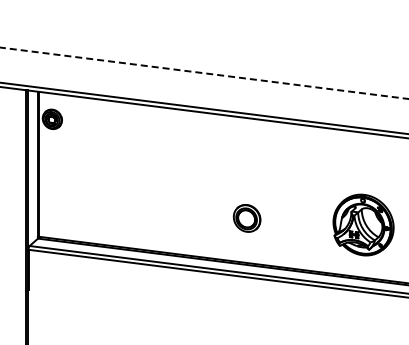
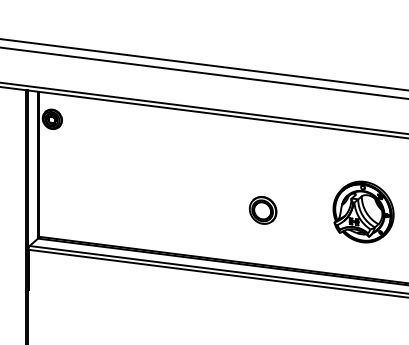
line at (203, 64): none -> present
line at (205, 73): dashed -> solid
part at (246, 218) position: (246, 218) -> (262, 210)
part at (363, 224) position: (363, 224) -> (363, 211)
